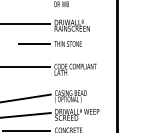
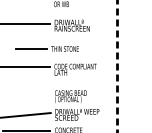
part at (49, 43) position: (49, 43) -> (46, 48)
line at (117, 66): solid -> dashed
line at (26, 98): present -> none
